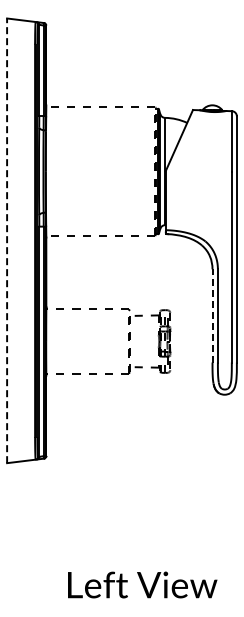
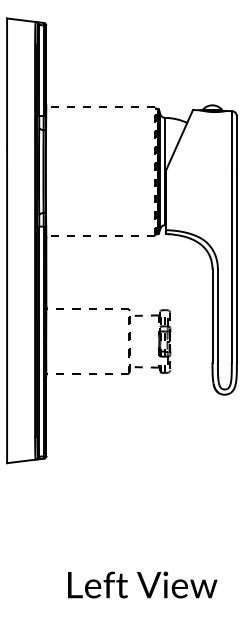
line at (7, 240): dashed -> solid
line at (212, 315): dashed -> solid
